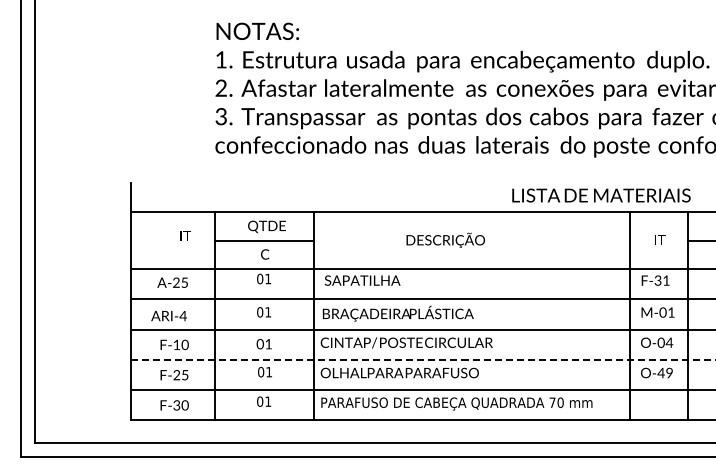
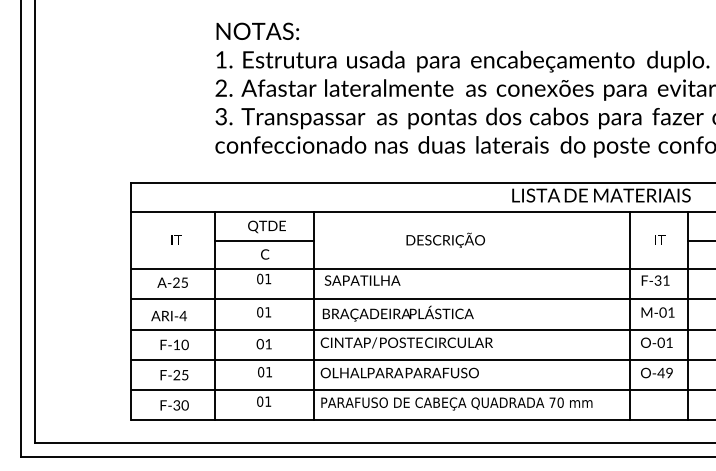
line at (421, 182): none -> present
text at (185, 235) position: (185, 235) -> (176, 239)
text at (669, 342): O-04 -> O-01
line at (424, 359): dashed -> solid
